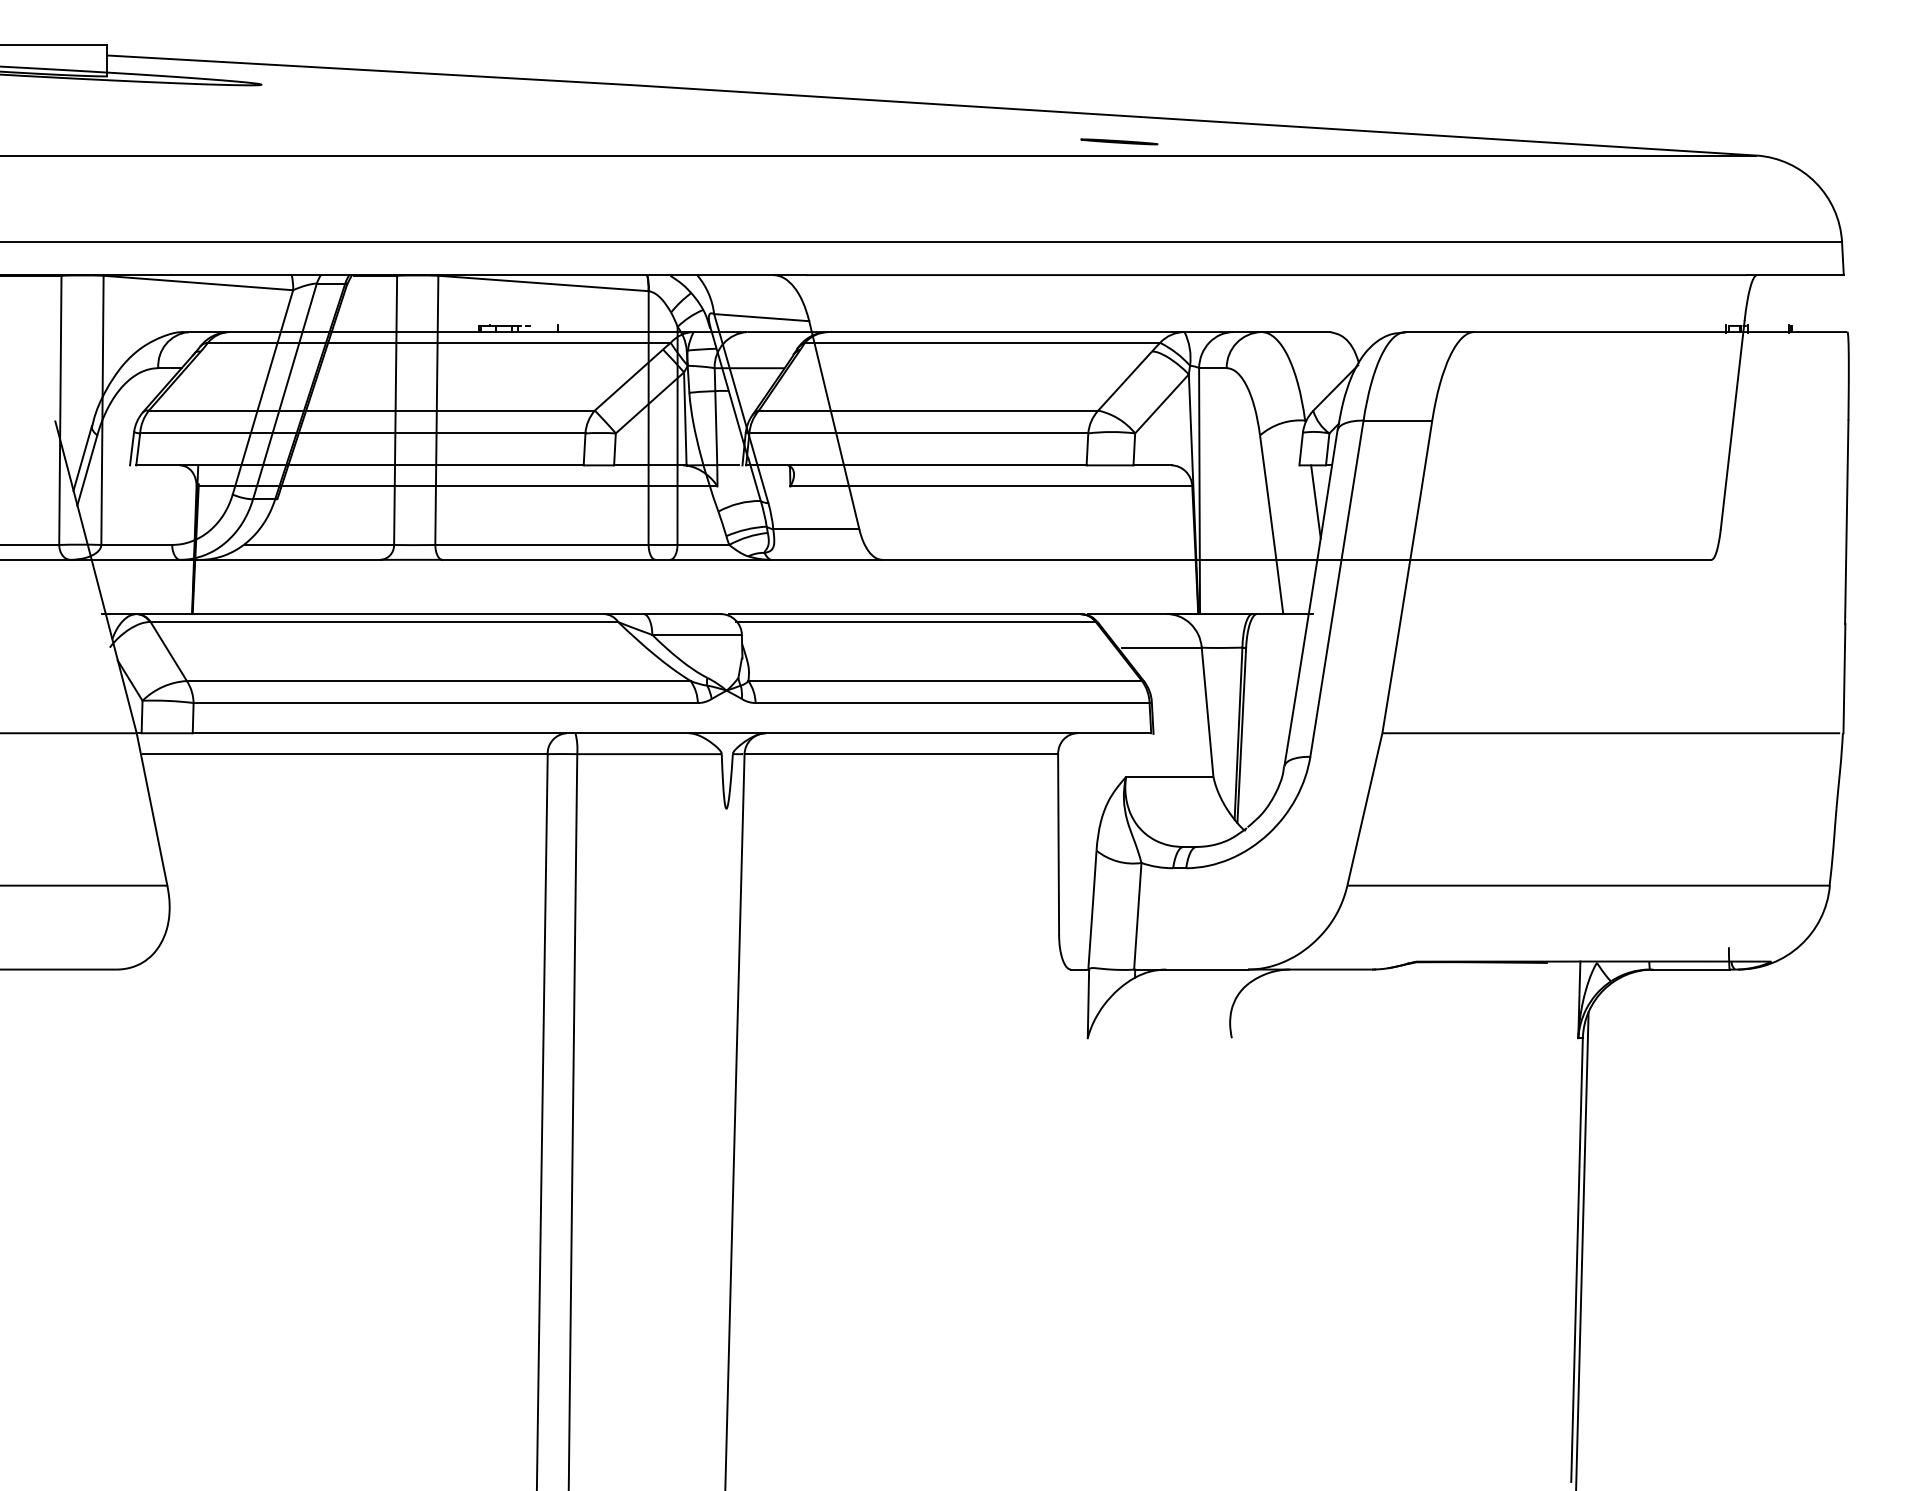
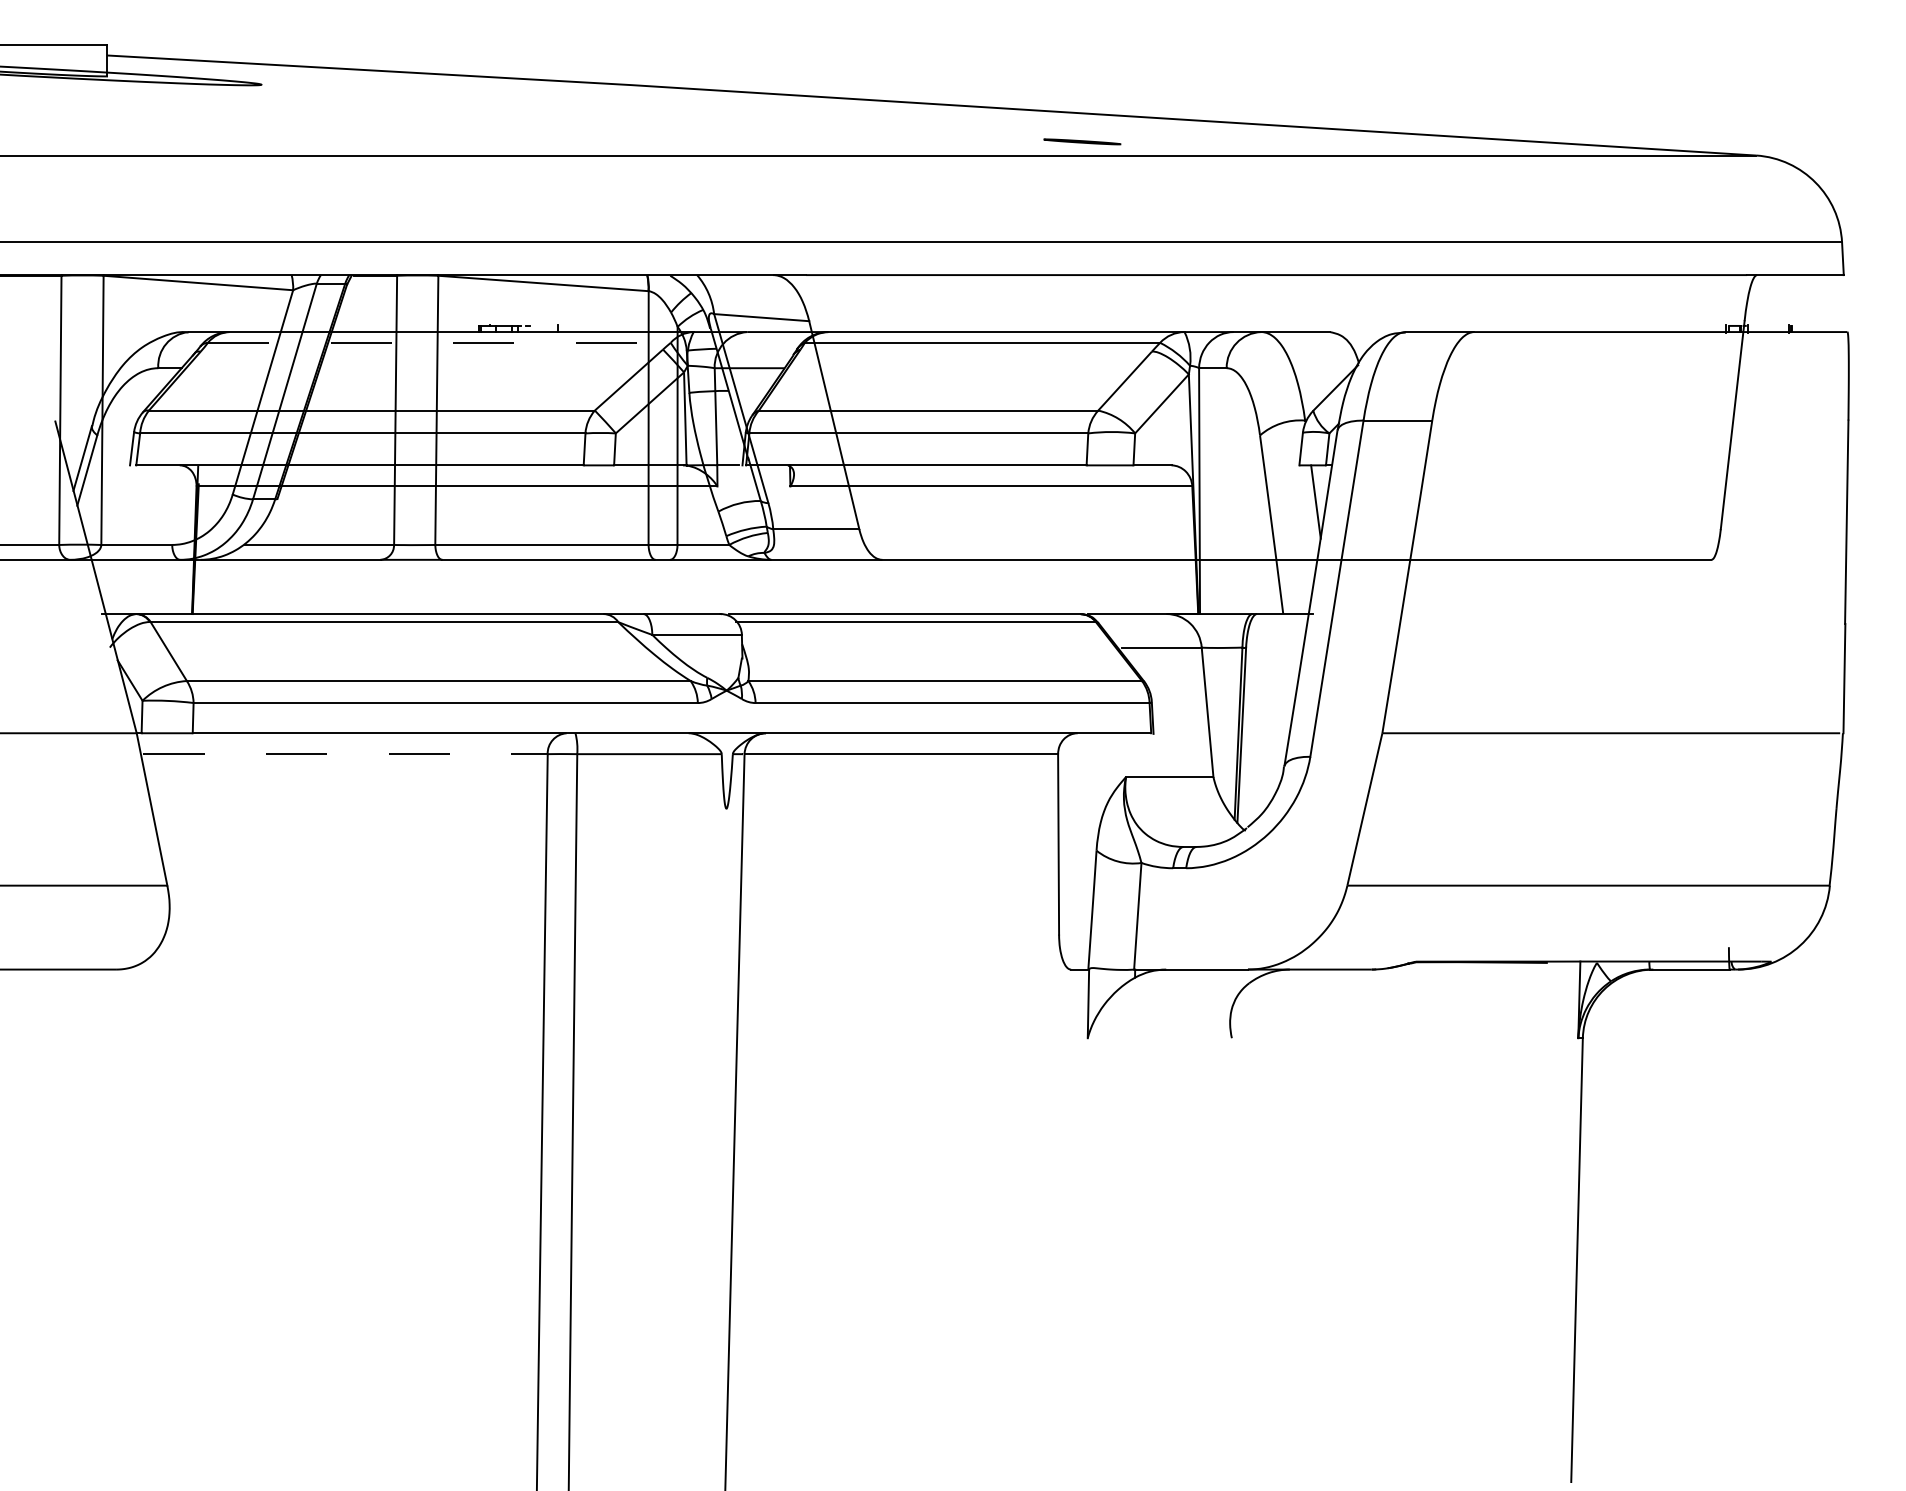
line at (1119, 141) position: (1119, 141) -> (1082, 141)
line at (439, 342): solid -> dashed
line at (346, 754): solid -> dashed
line at (1582, 1249): present -> none
